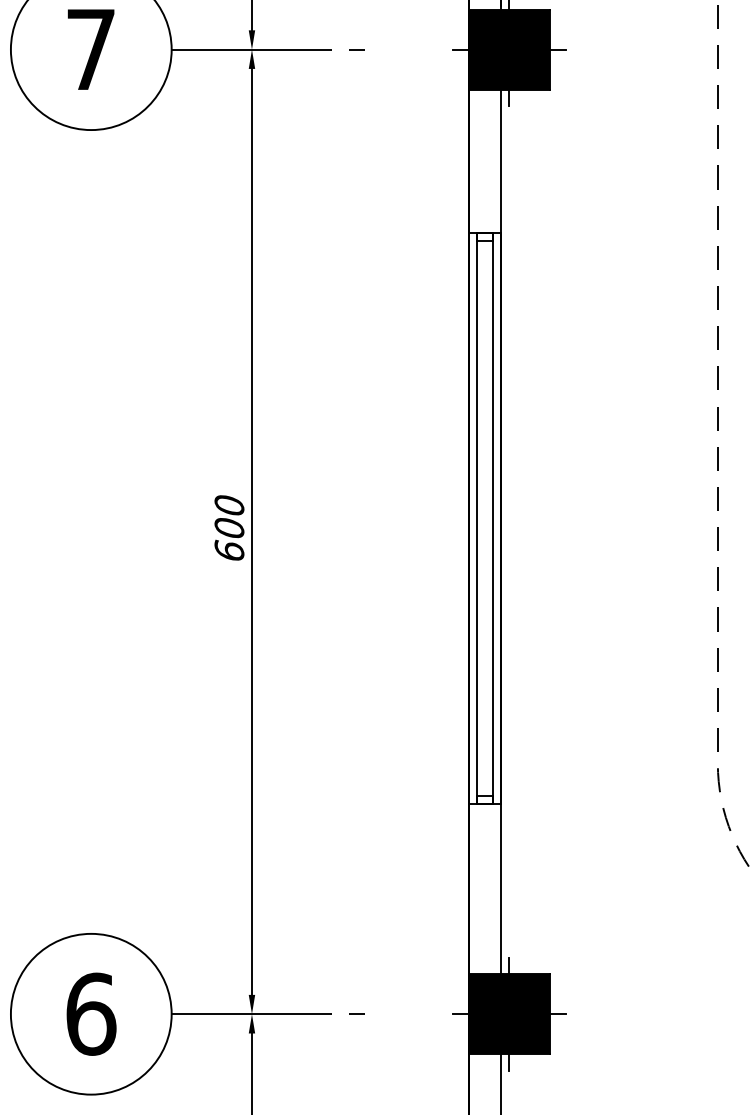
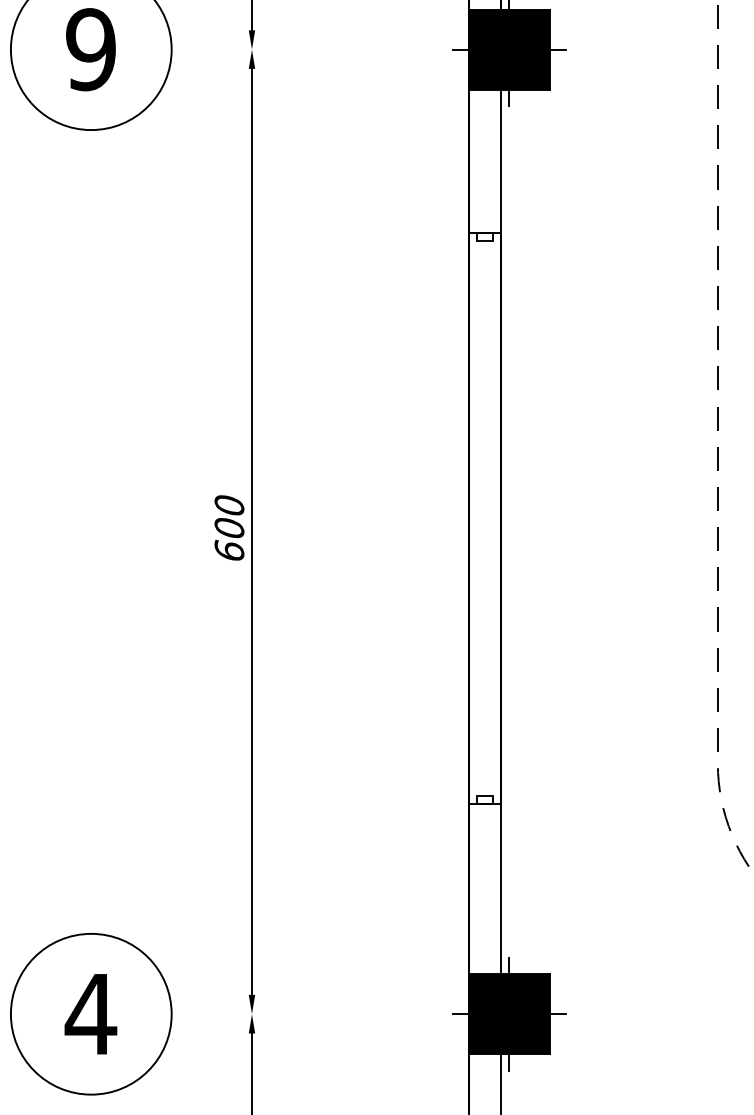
text at (90, 49): 7 -> 9
line at (268, 49): present -> none
line at (477, 518): present -> none
line at (493, 518): present -> none
text at (90, 1013): 6 -> 4
line at (268, 1014): present -> none
